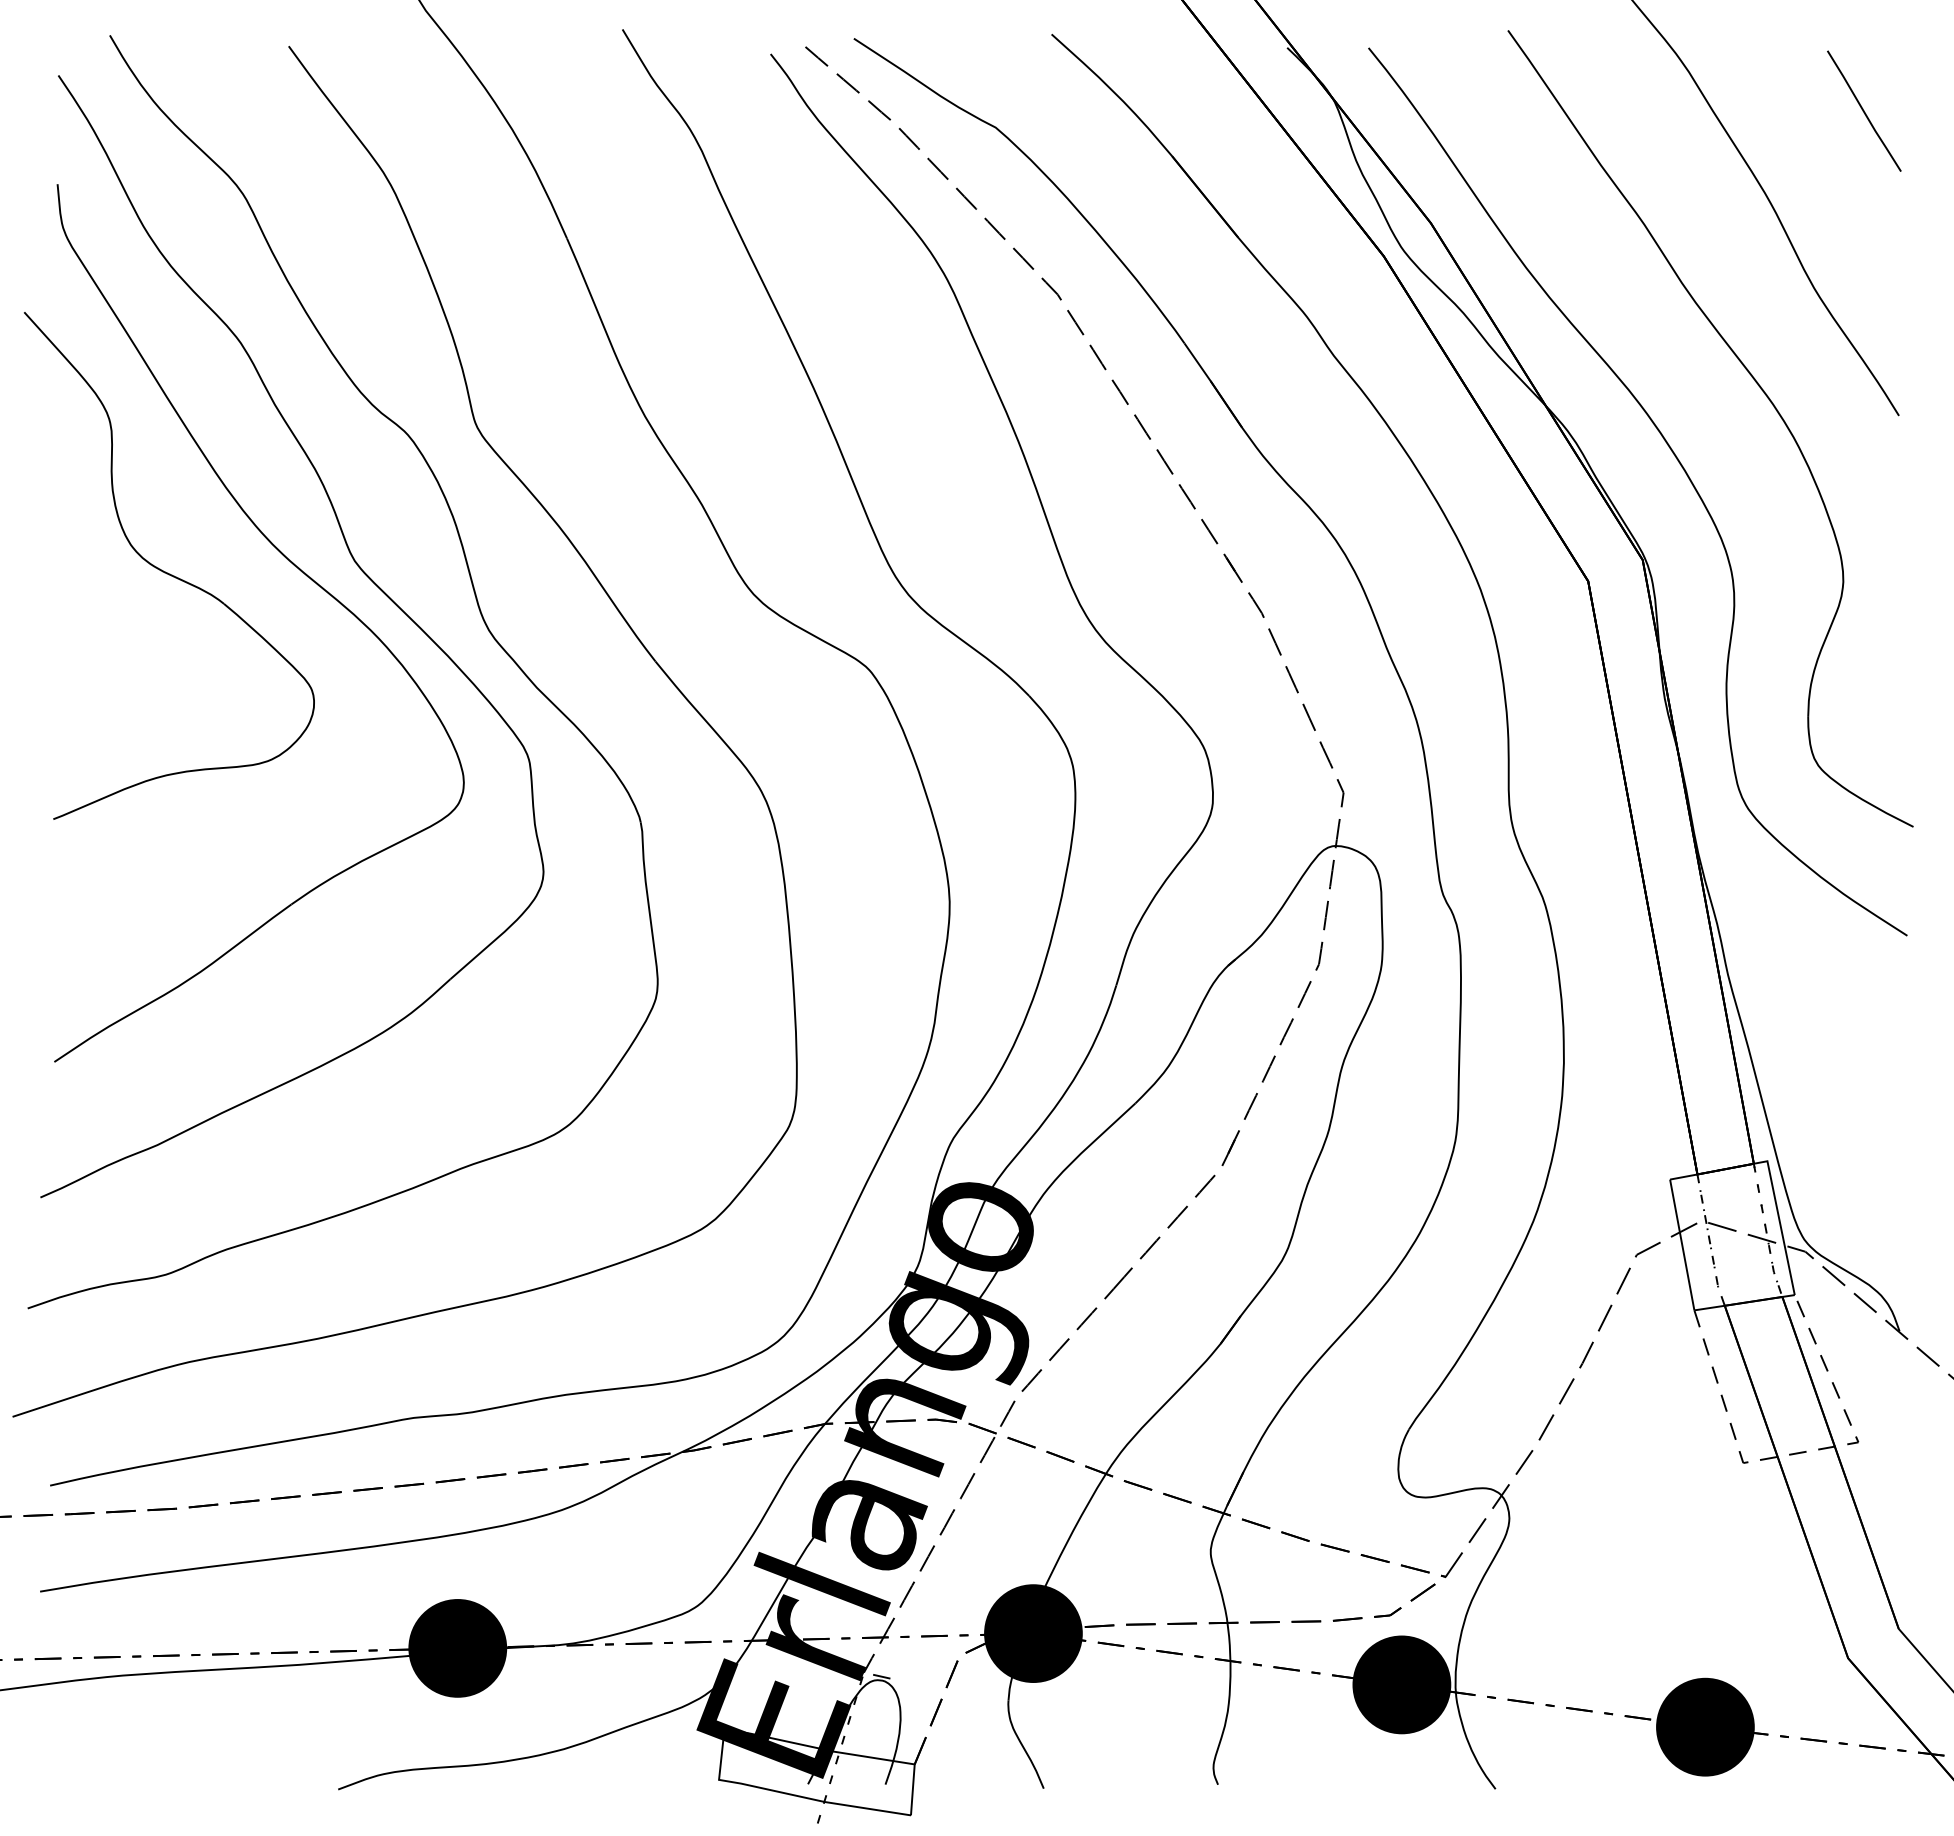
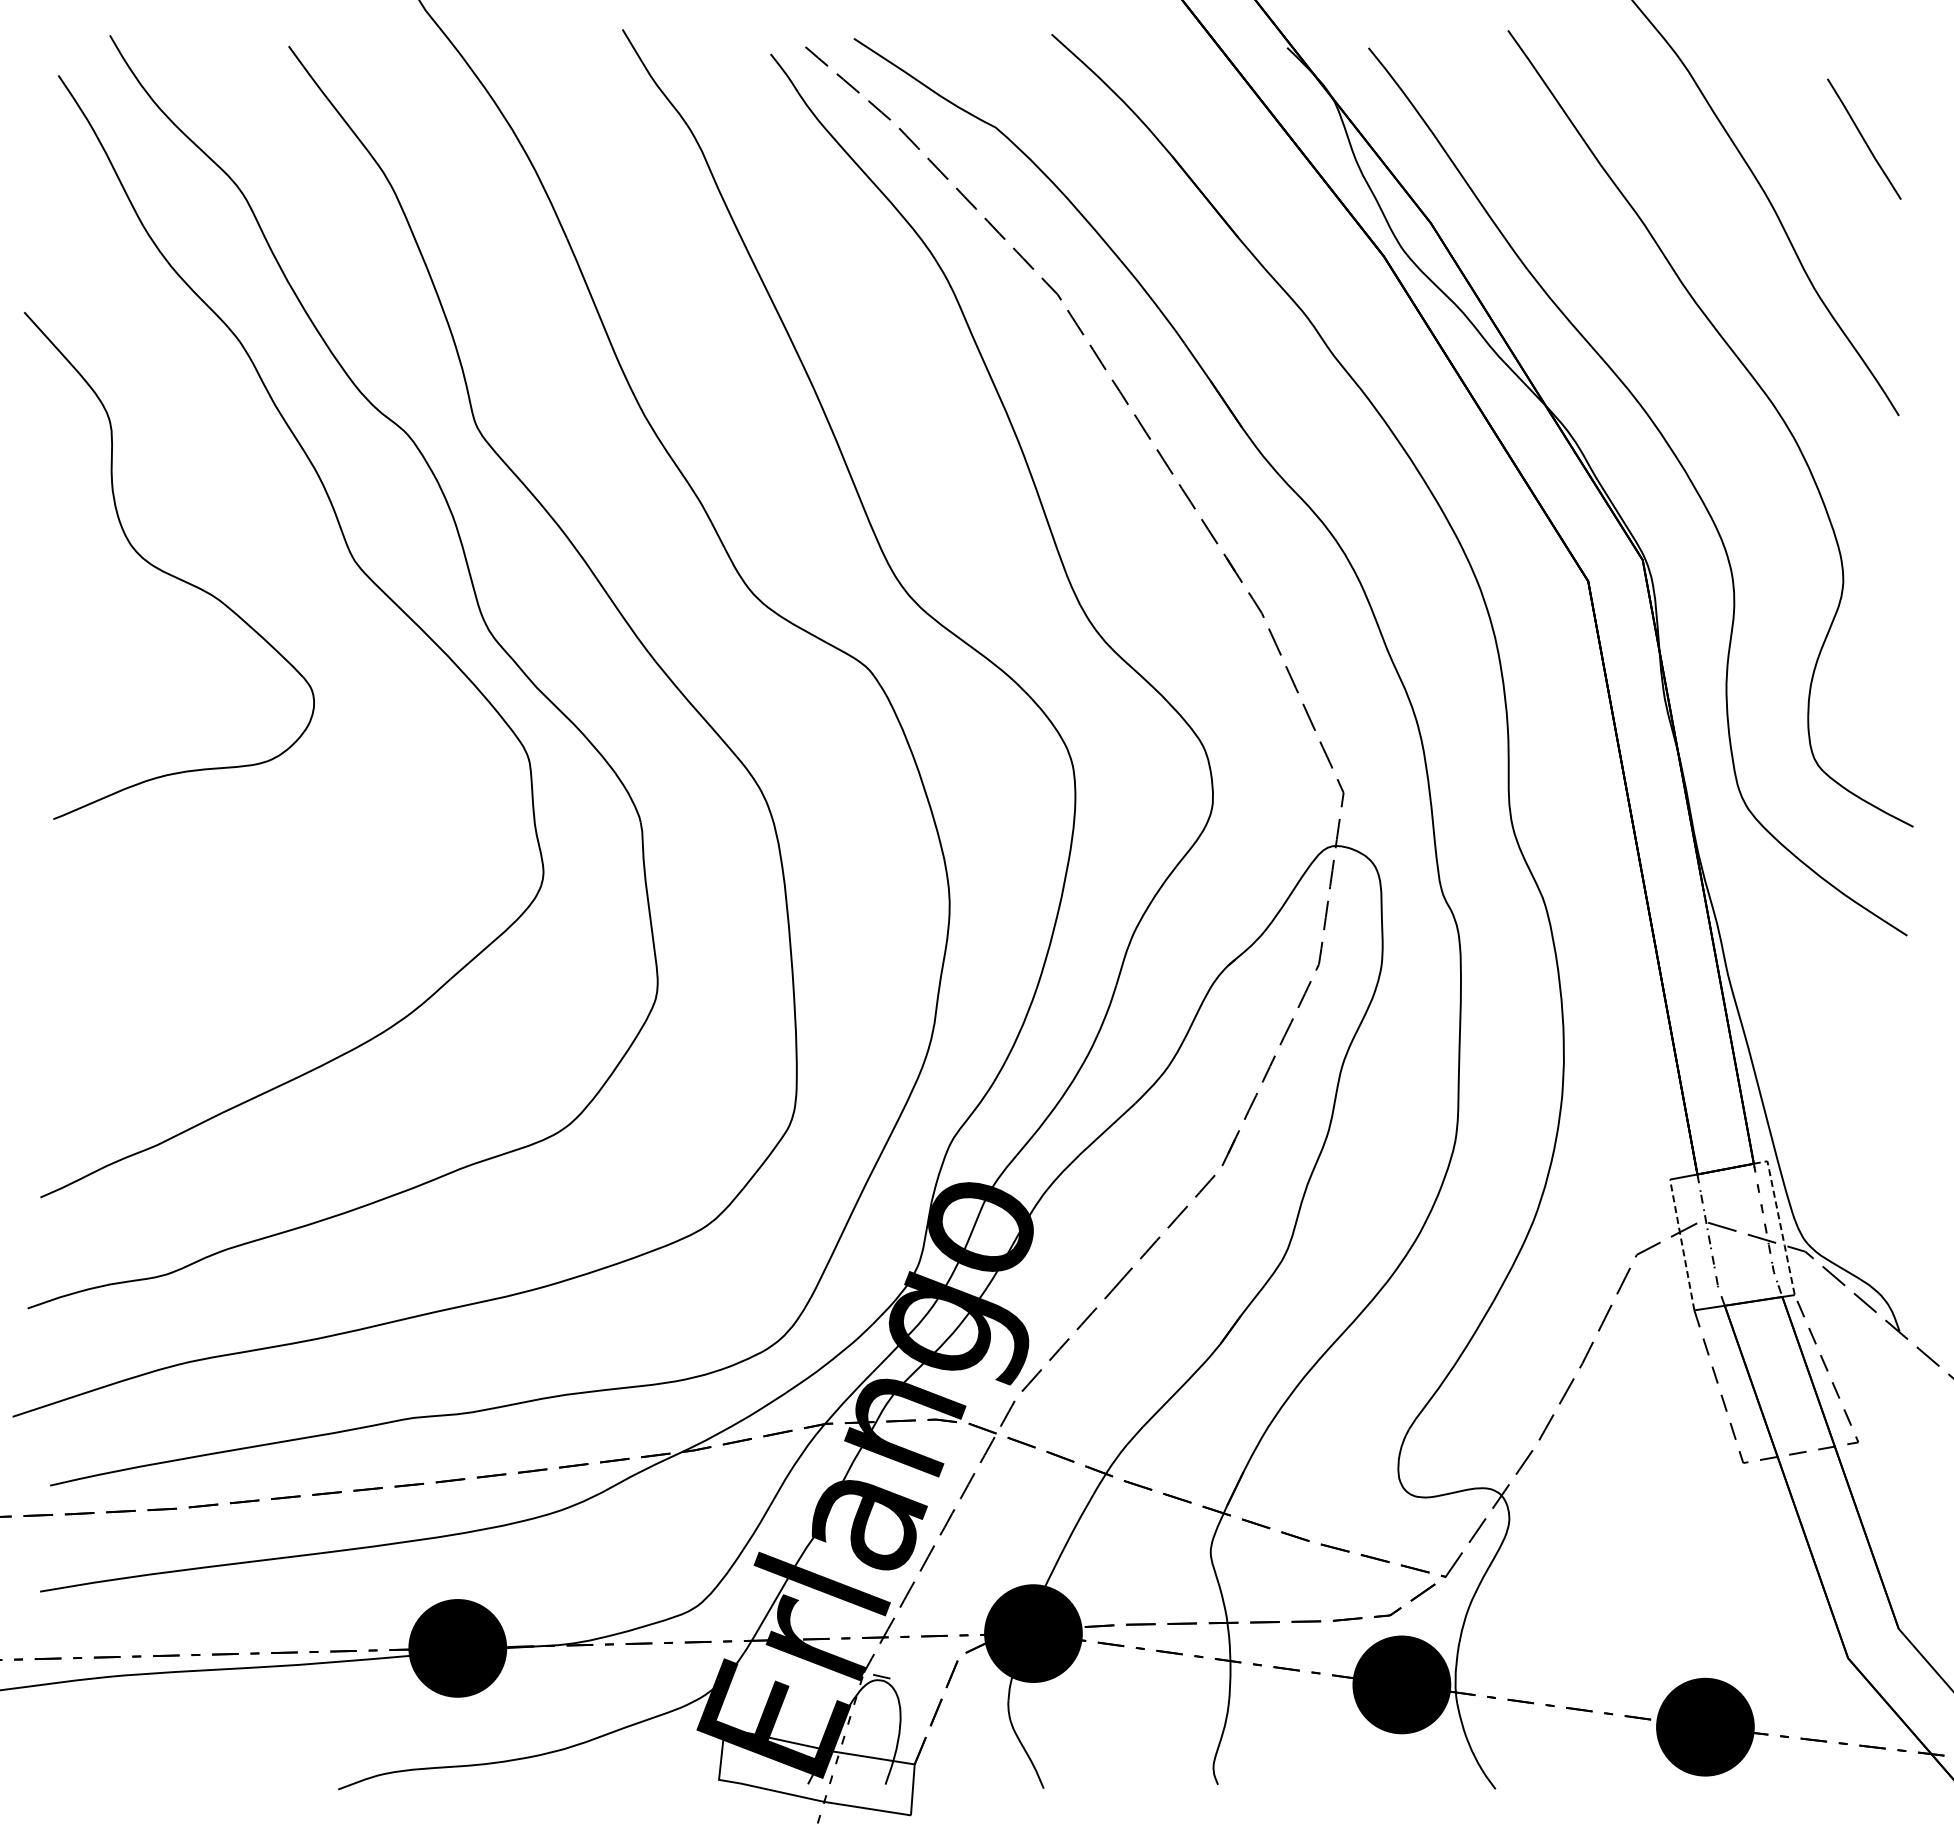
line at (1864, 110) position: (1864, 110) -> (1864, 138)
part at (301, 572): present -> none
line at (1779, 1221): solid -> dashed
line at (1682, 1244): solid -> dashed
